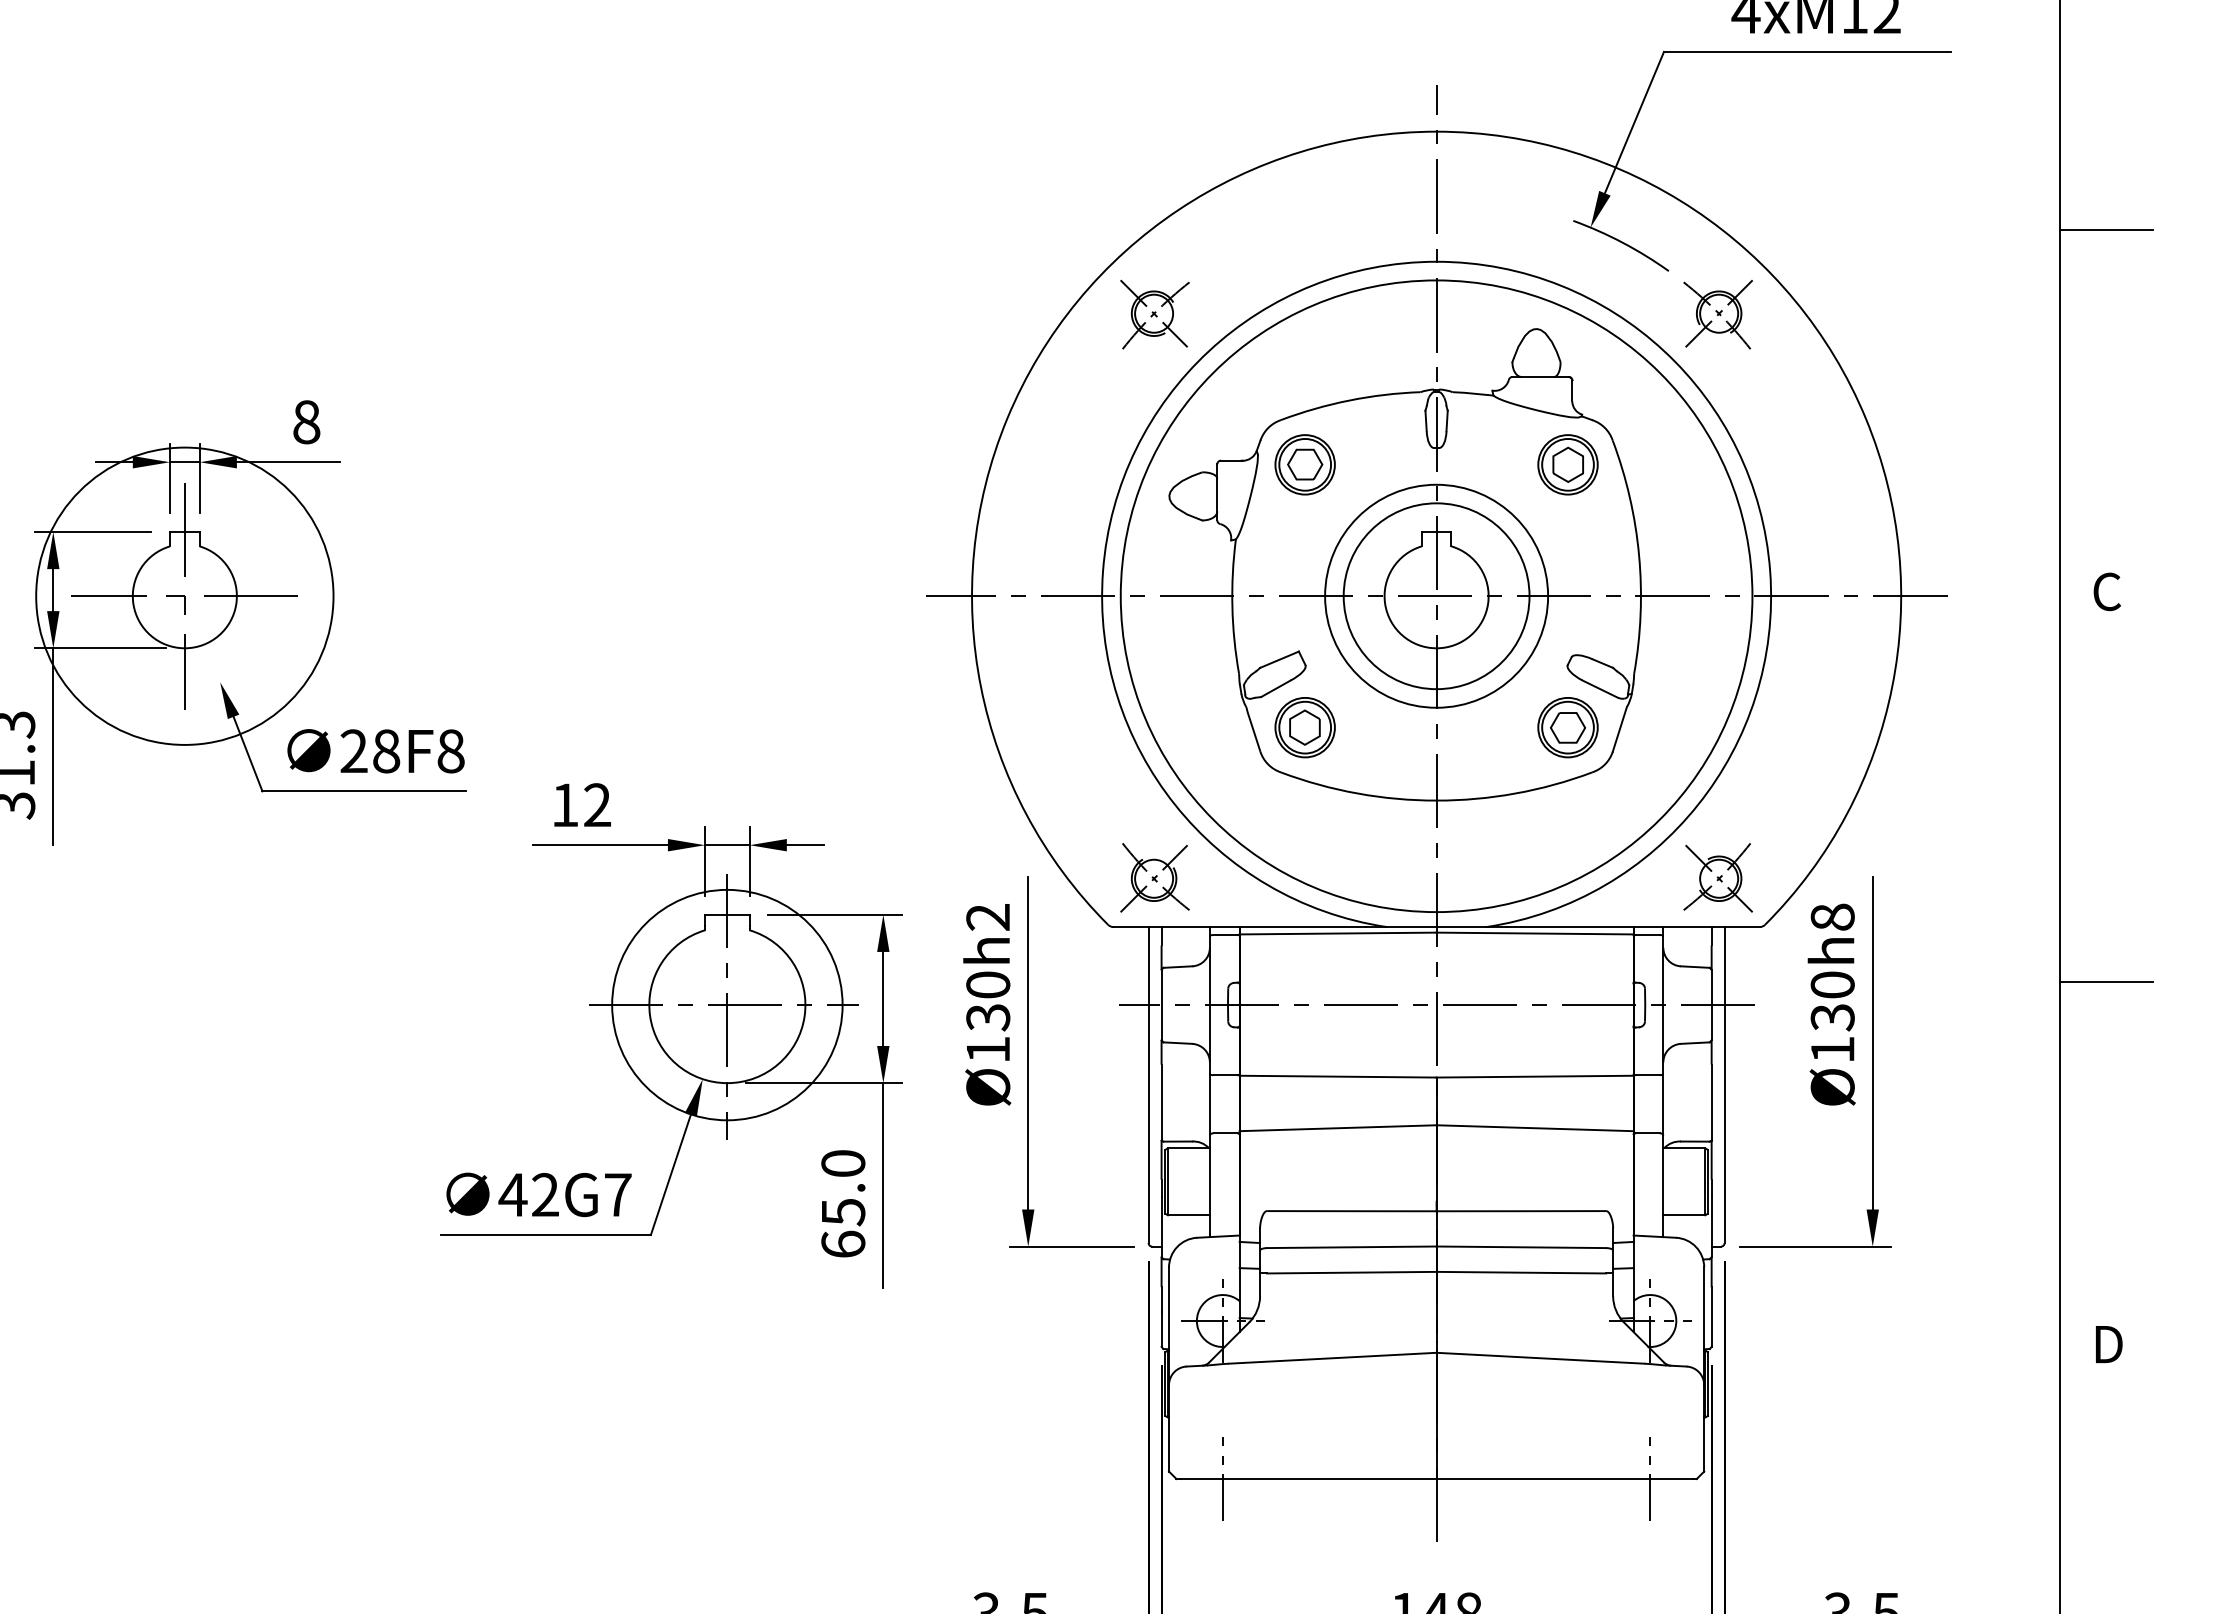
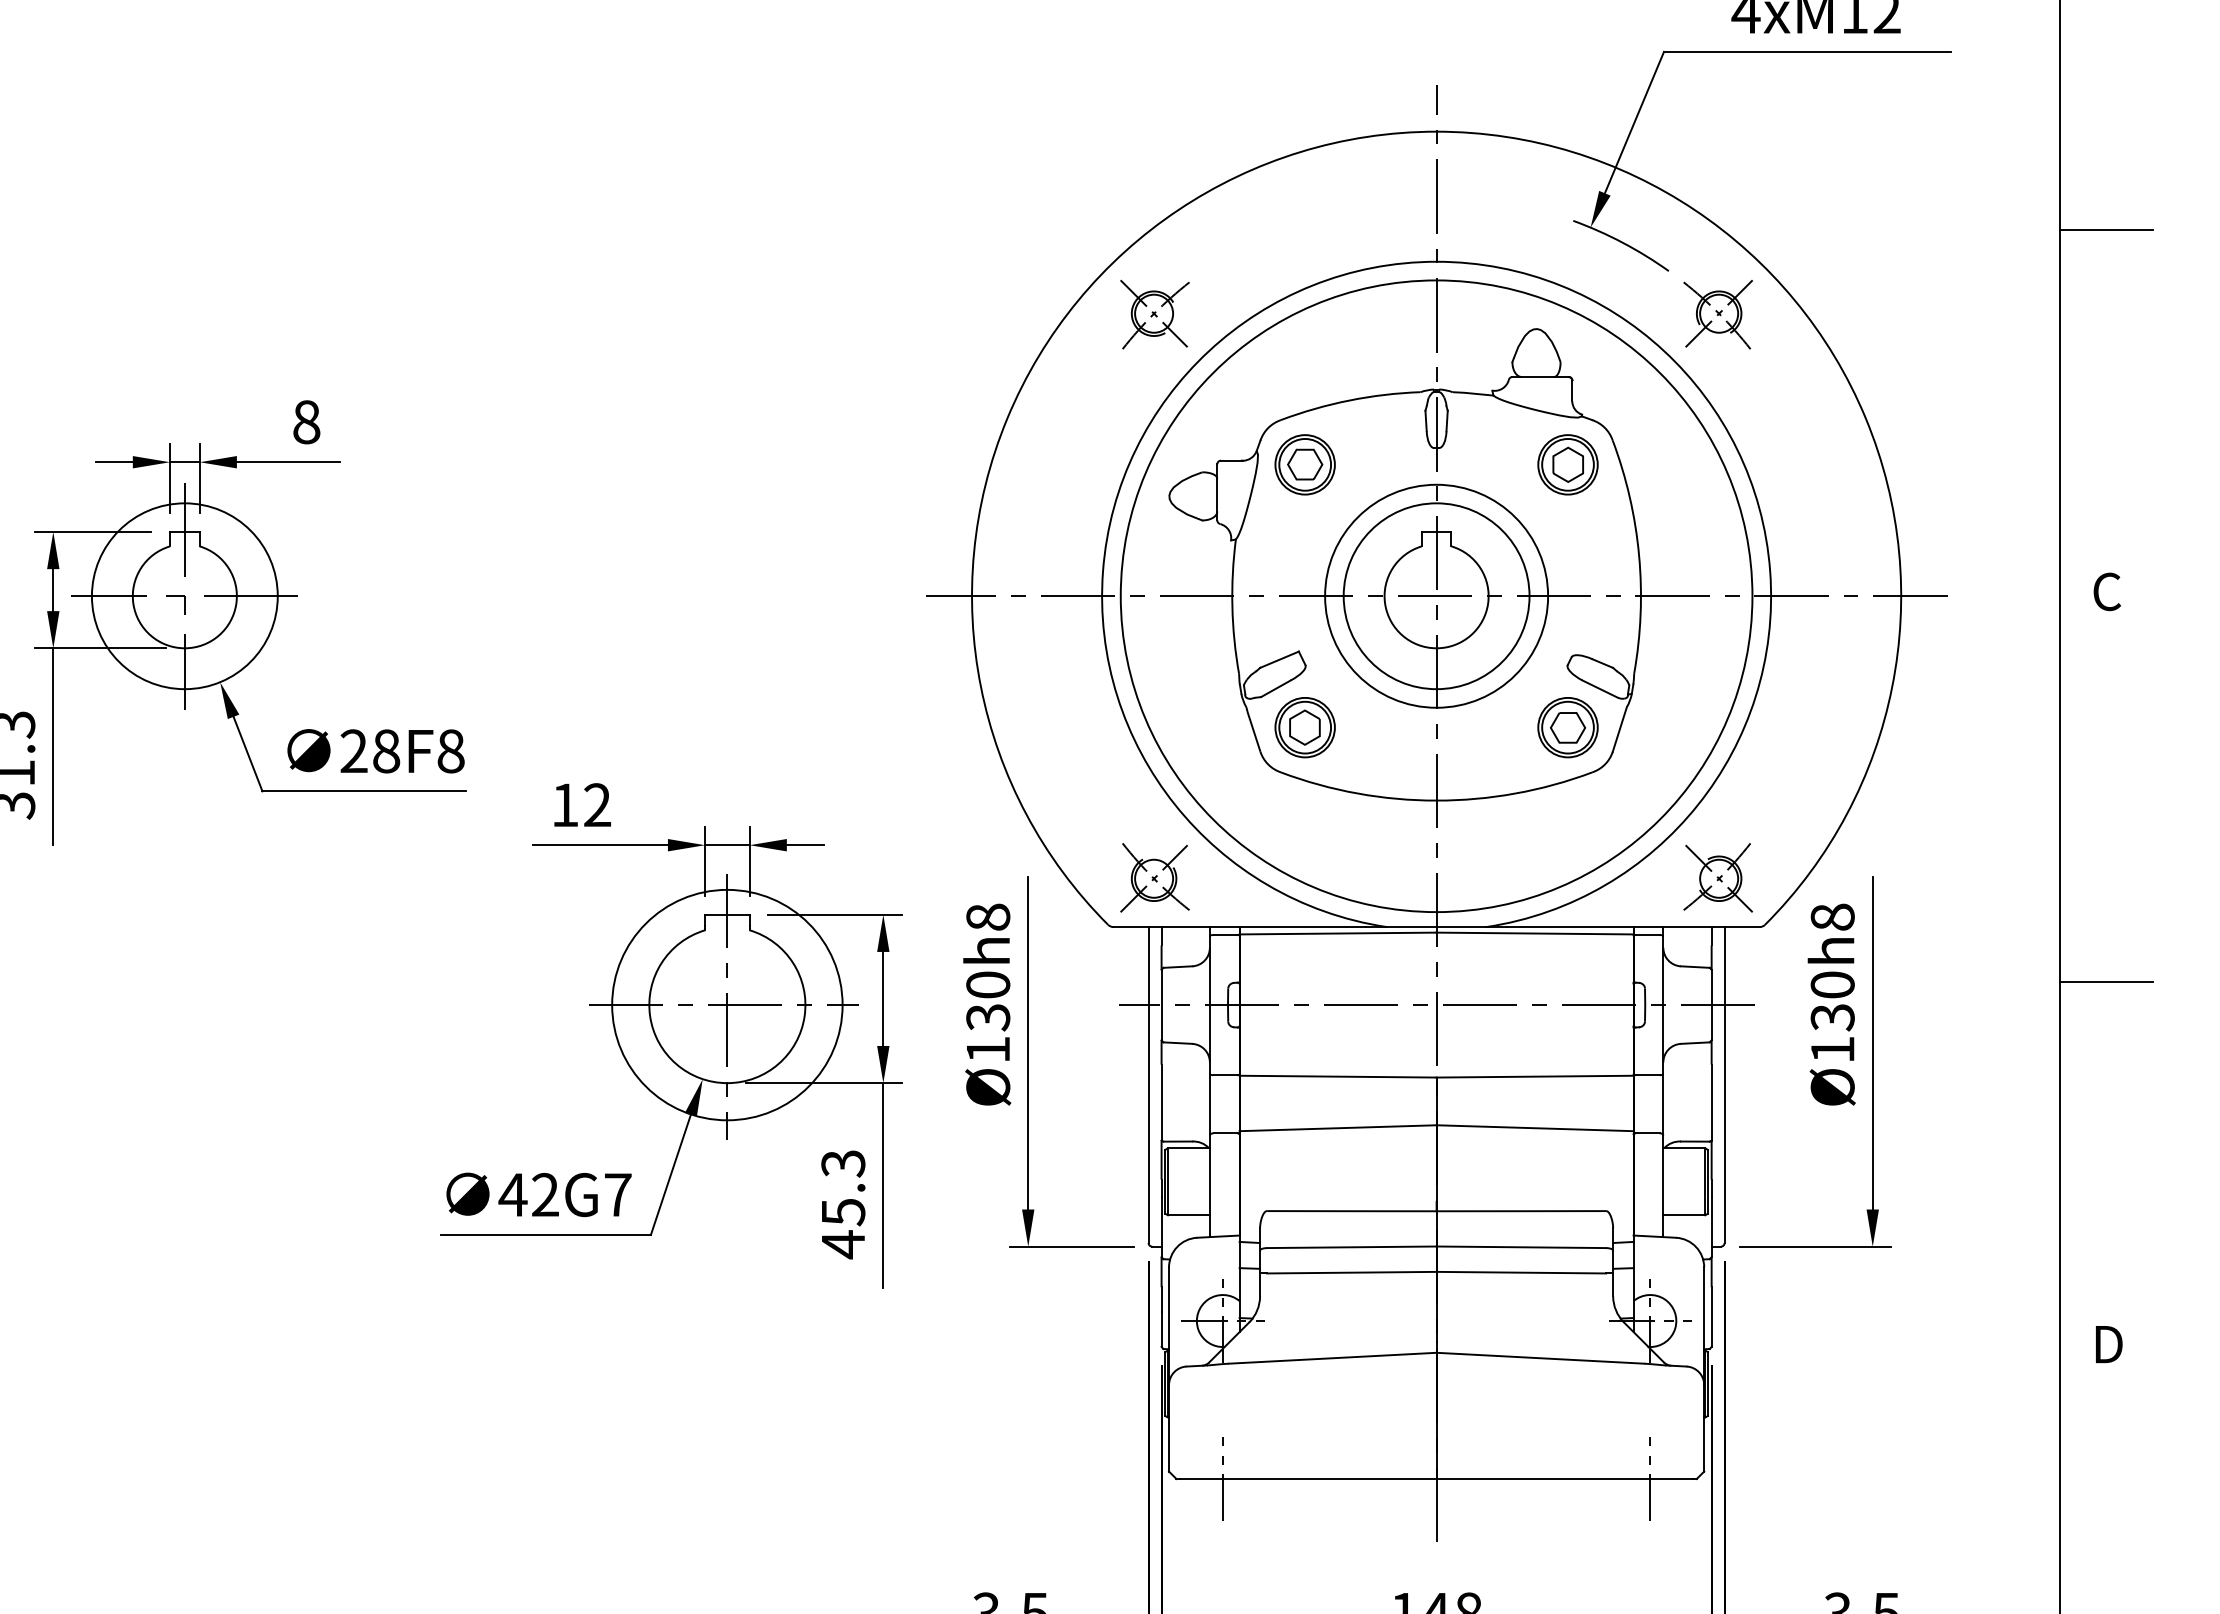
circle at (184, 595) diameter: 297 px -> 186 px
text at (988, 916): Ø130h2 -> Ø130h8
text at (843, 1204): 65.0 -> 45.3
